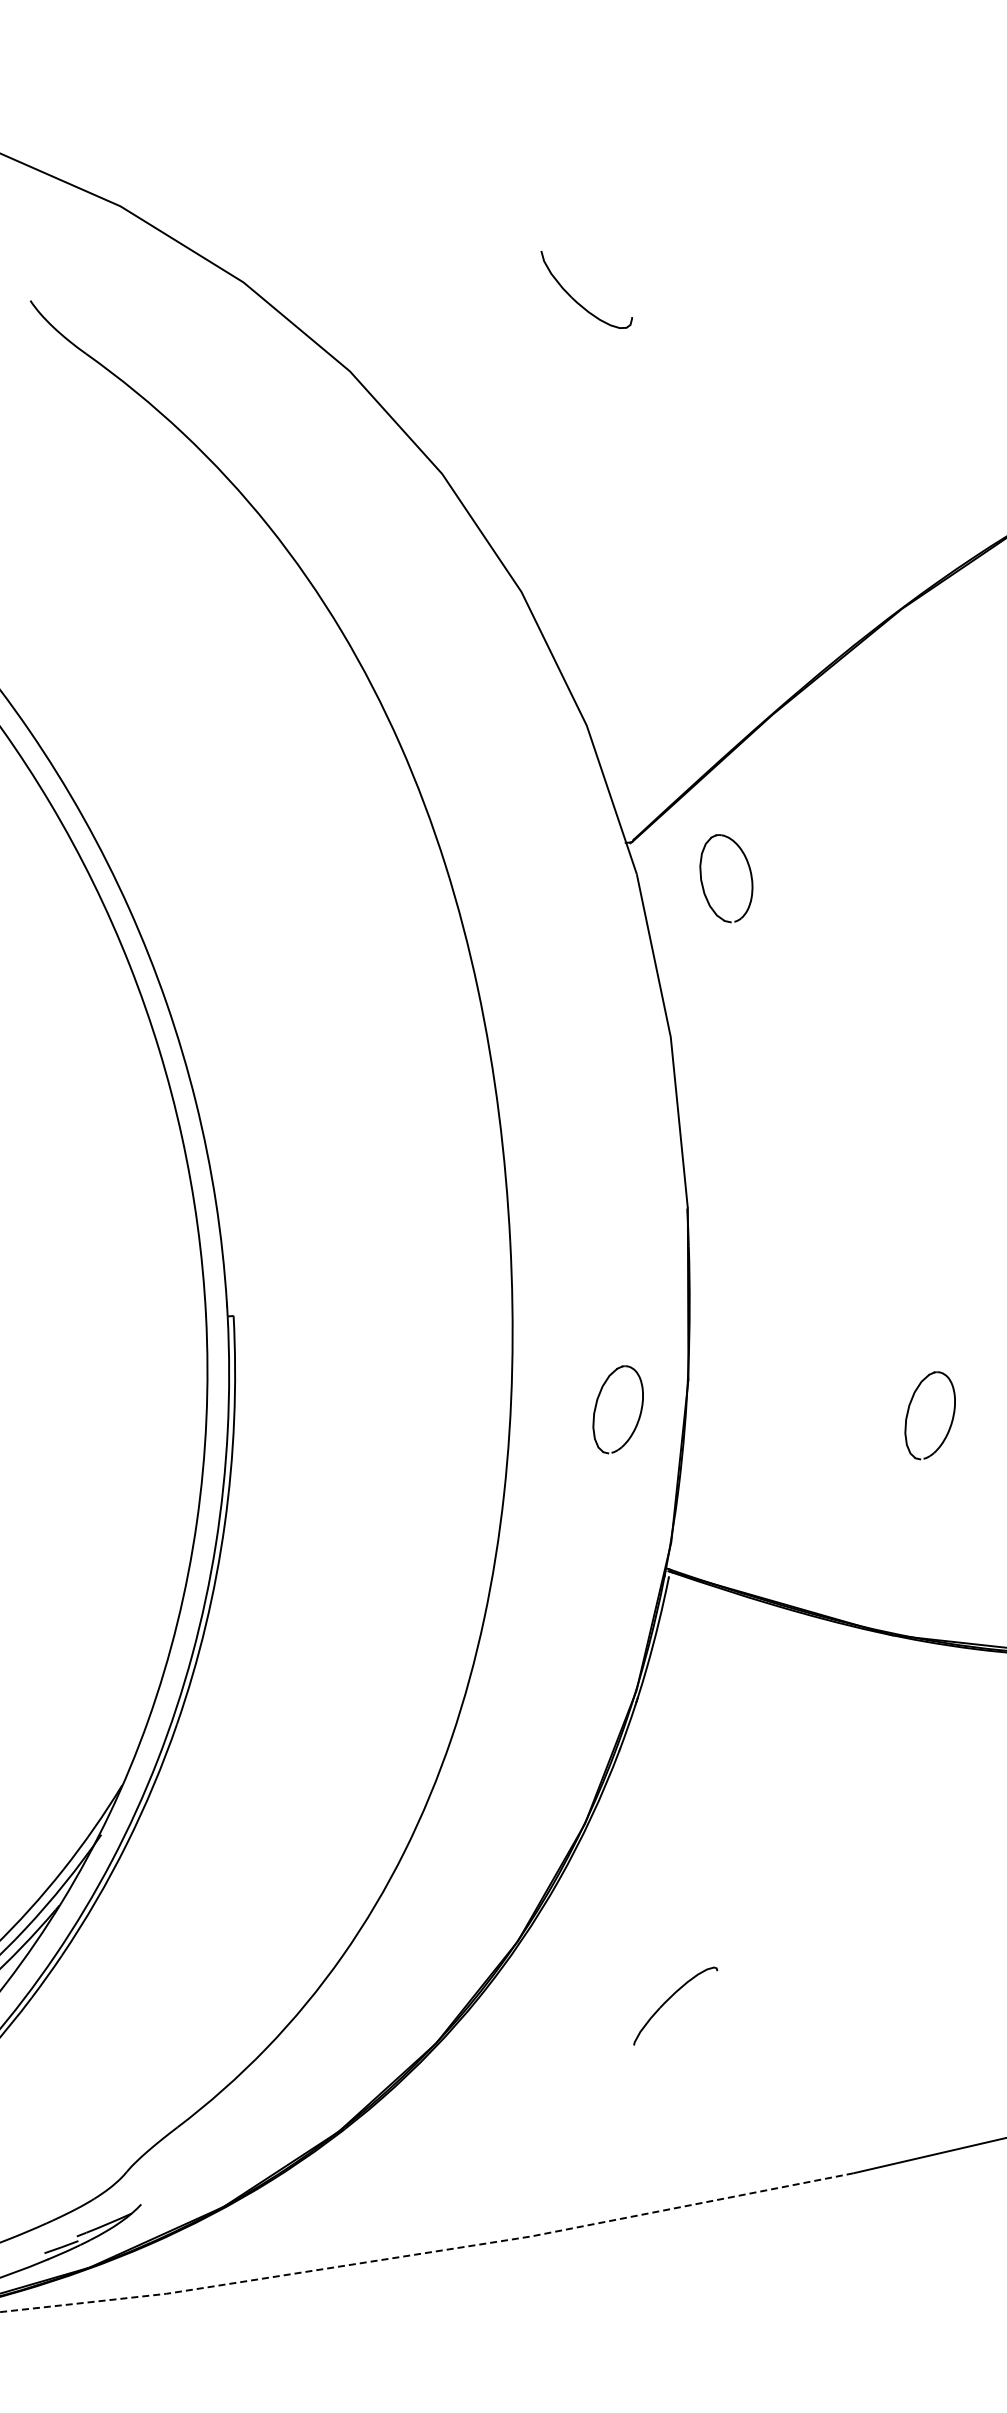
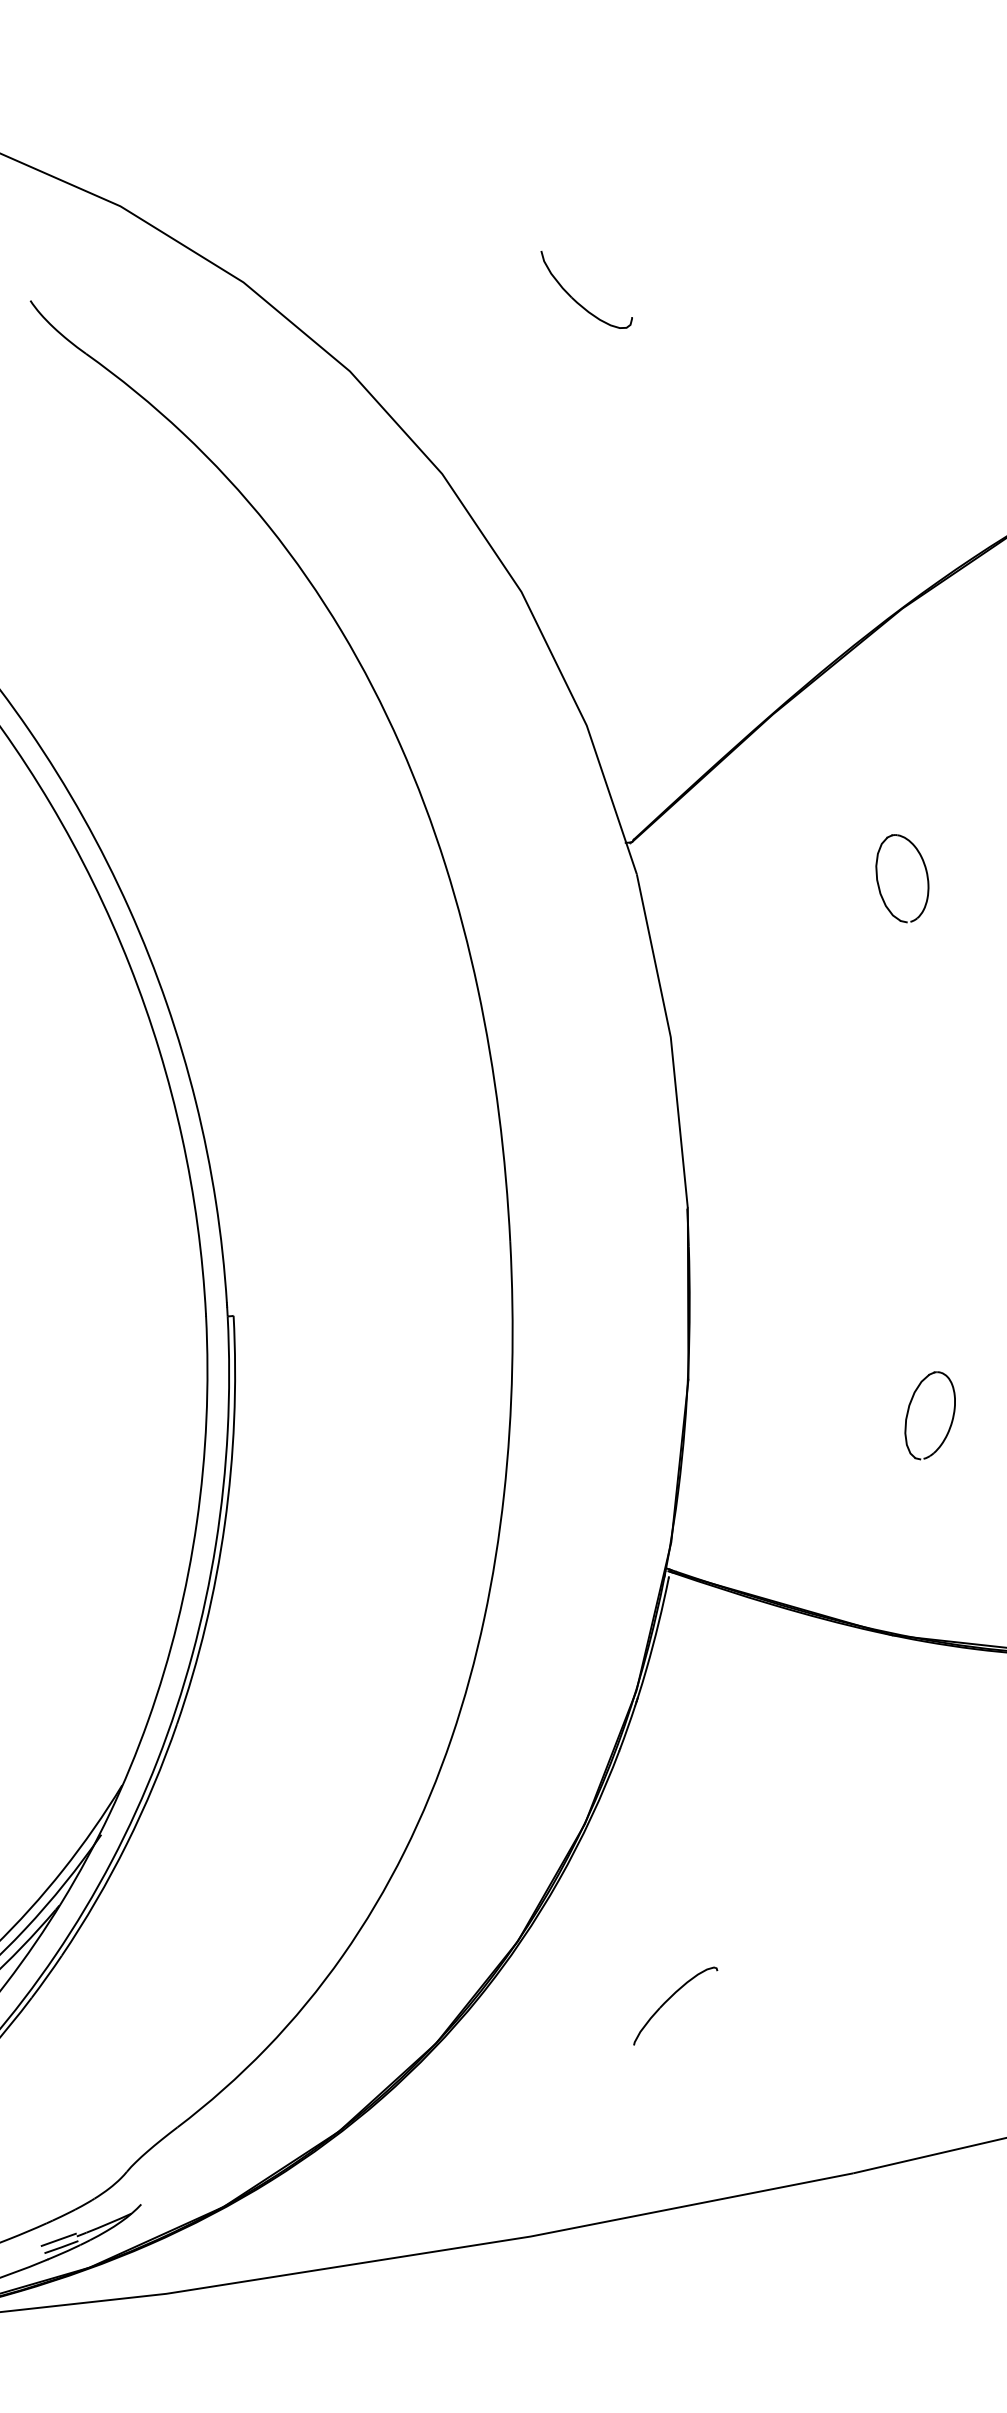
part at (703, 884) position: (703, 884) -> (879, 884)
part at (597, 1404): present -> none
line at (58, 2239): none -> present
line at (429, 2252): dashed -> solid
